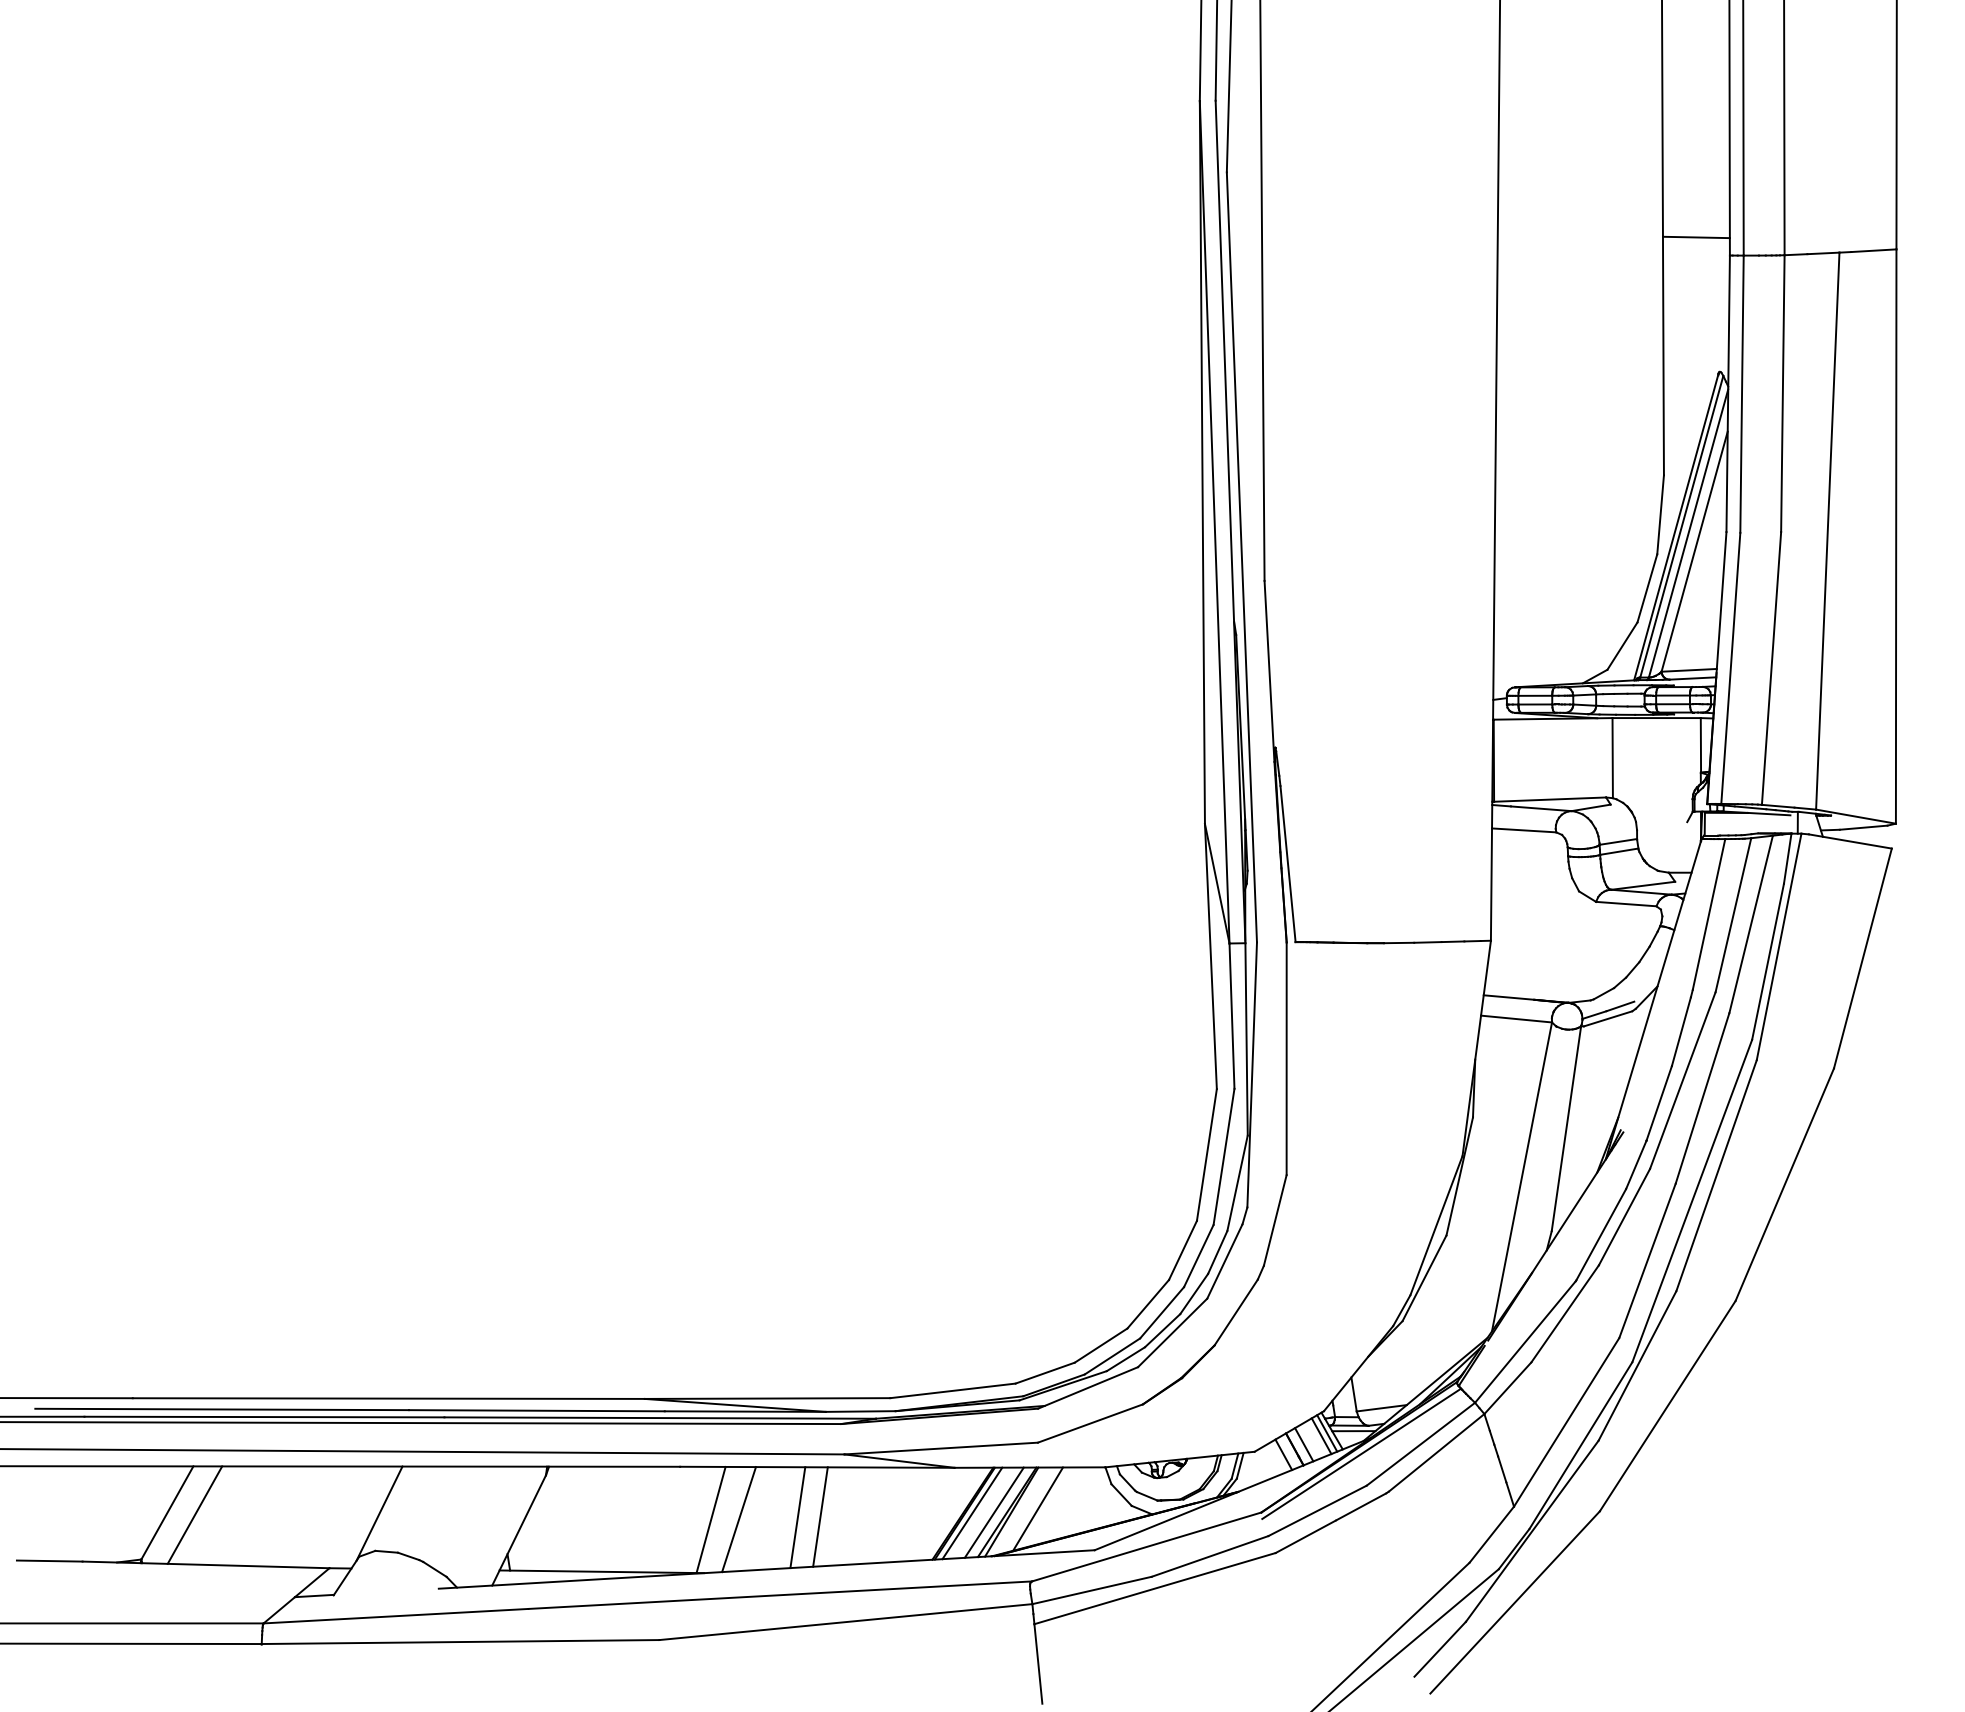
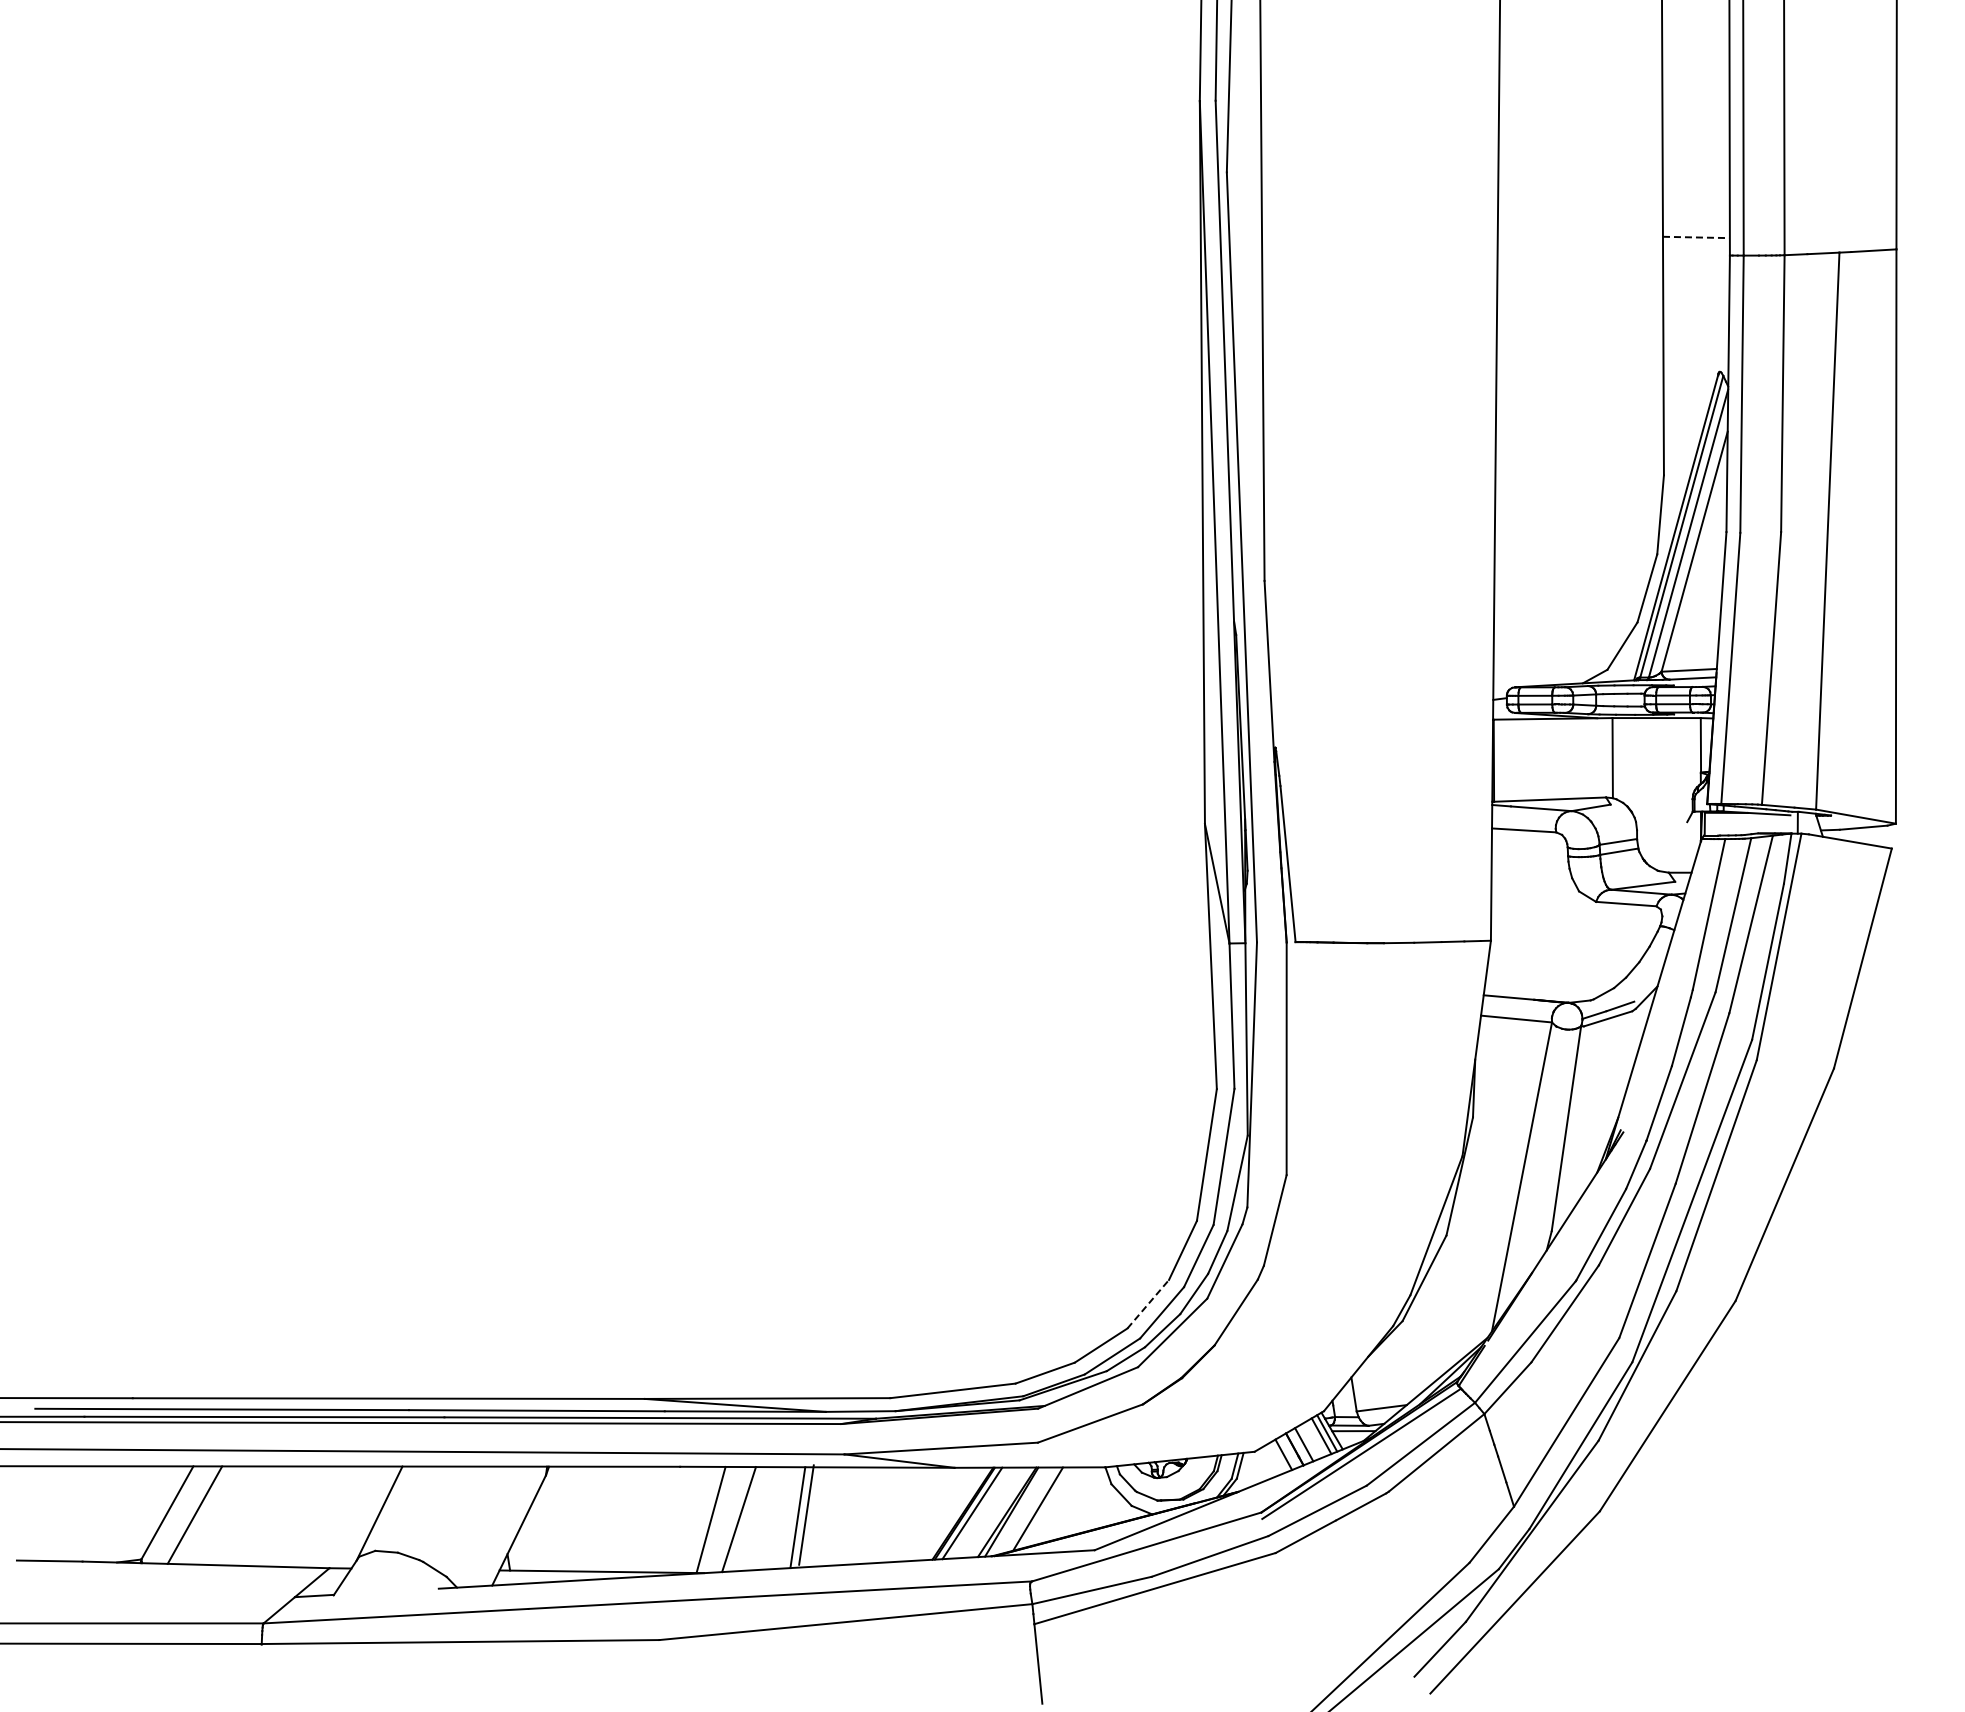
line at (1696, 237): solid -> dashed
line at (1148, 1304): solid -> dashed
line at (993, 1512): present -> none
line at (820, 1516) position: (820, 1516) -> (806, 1514)
